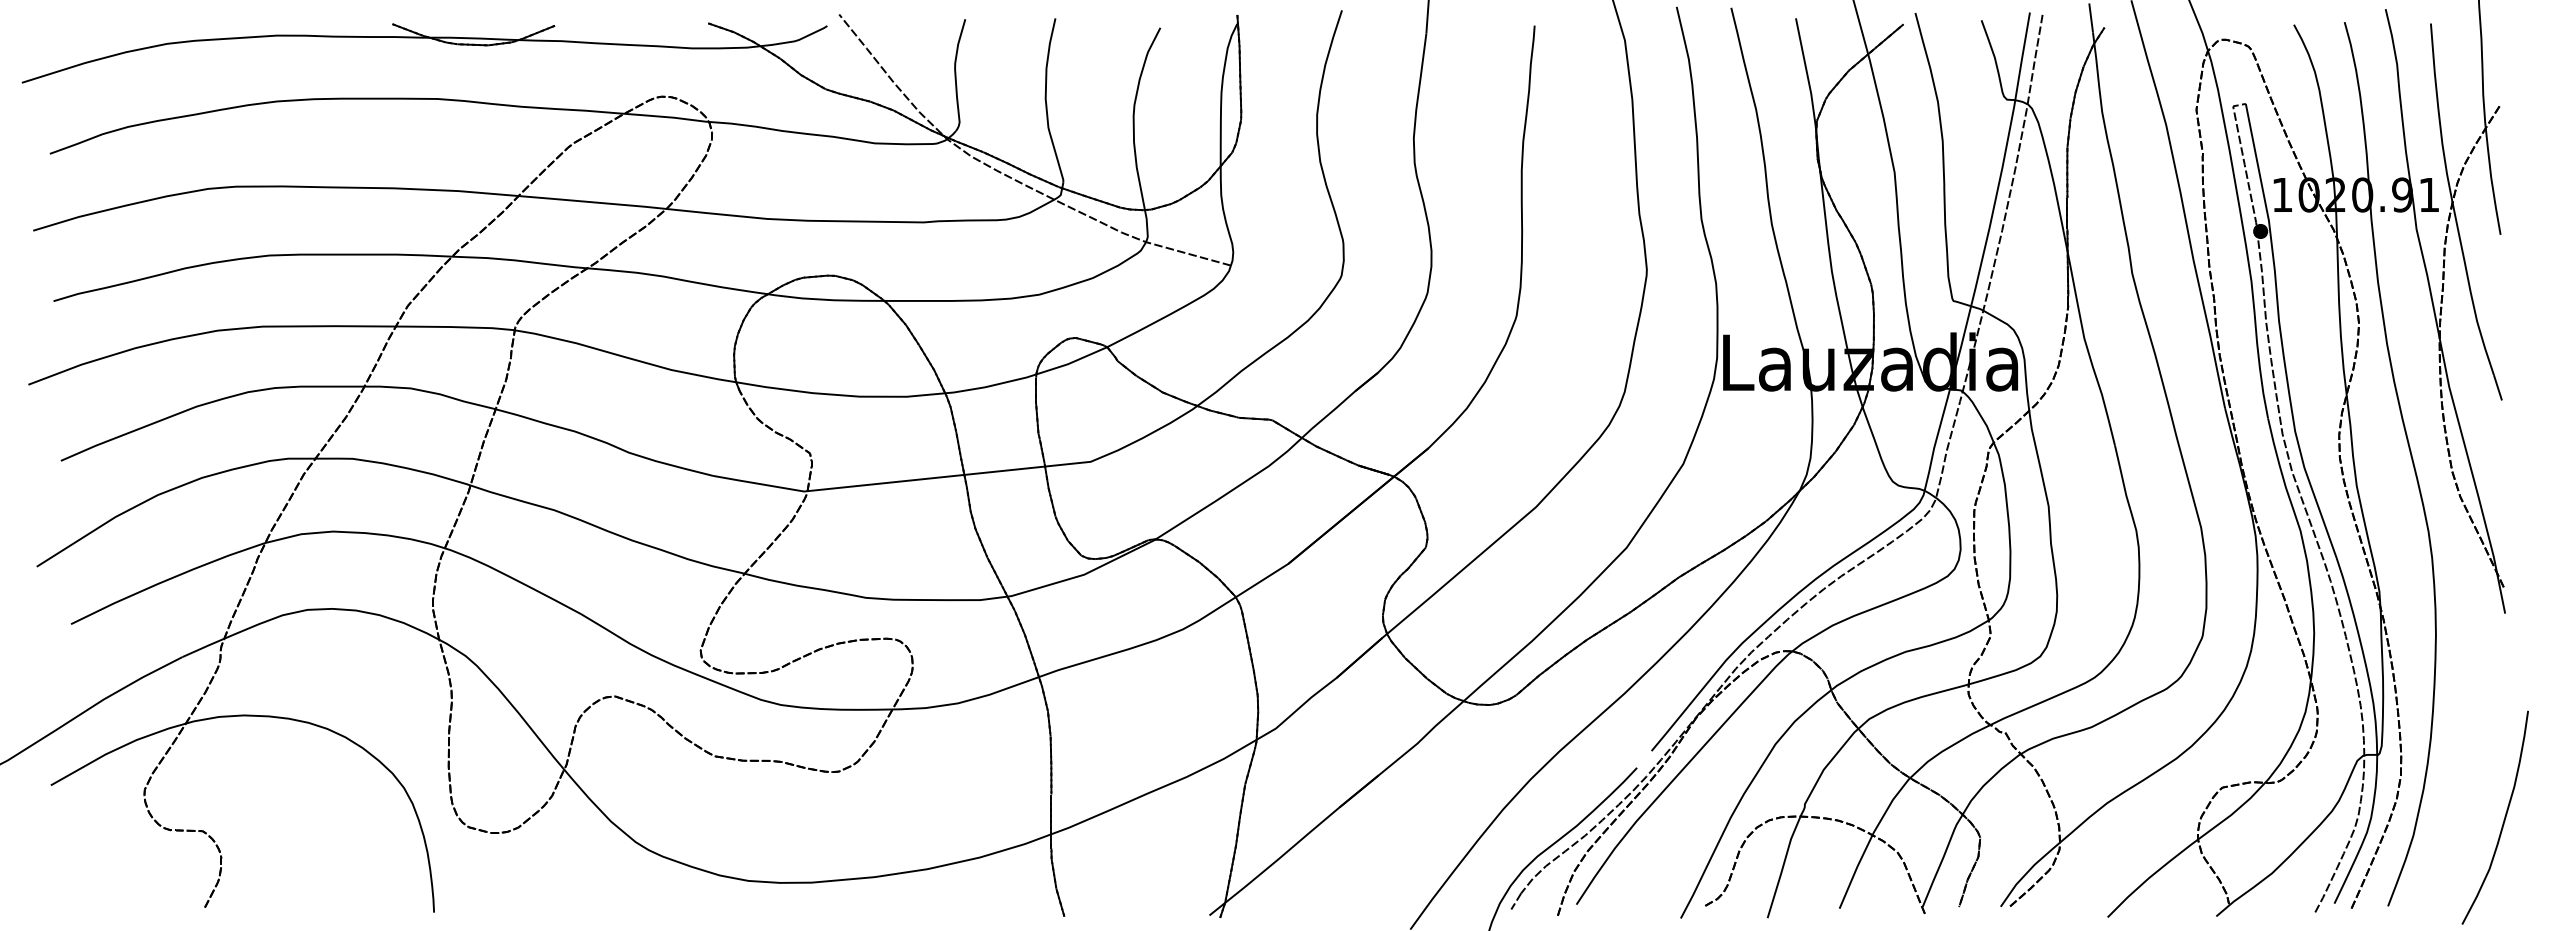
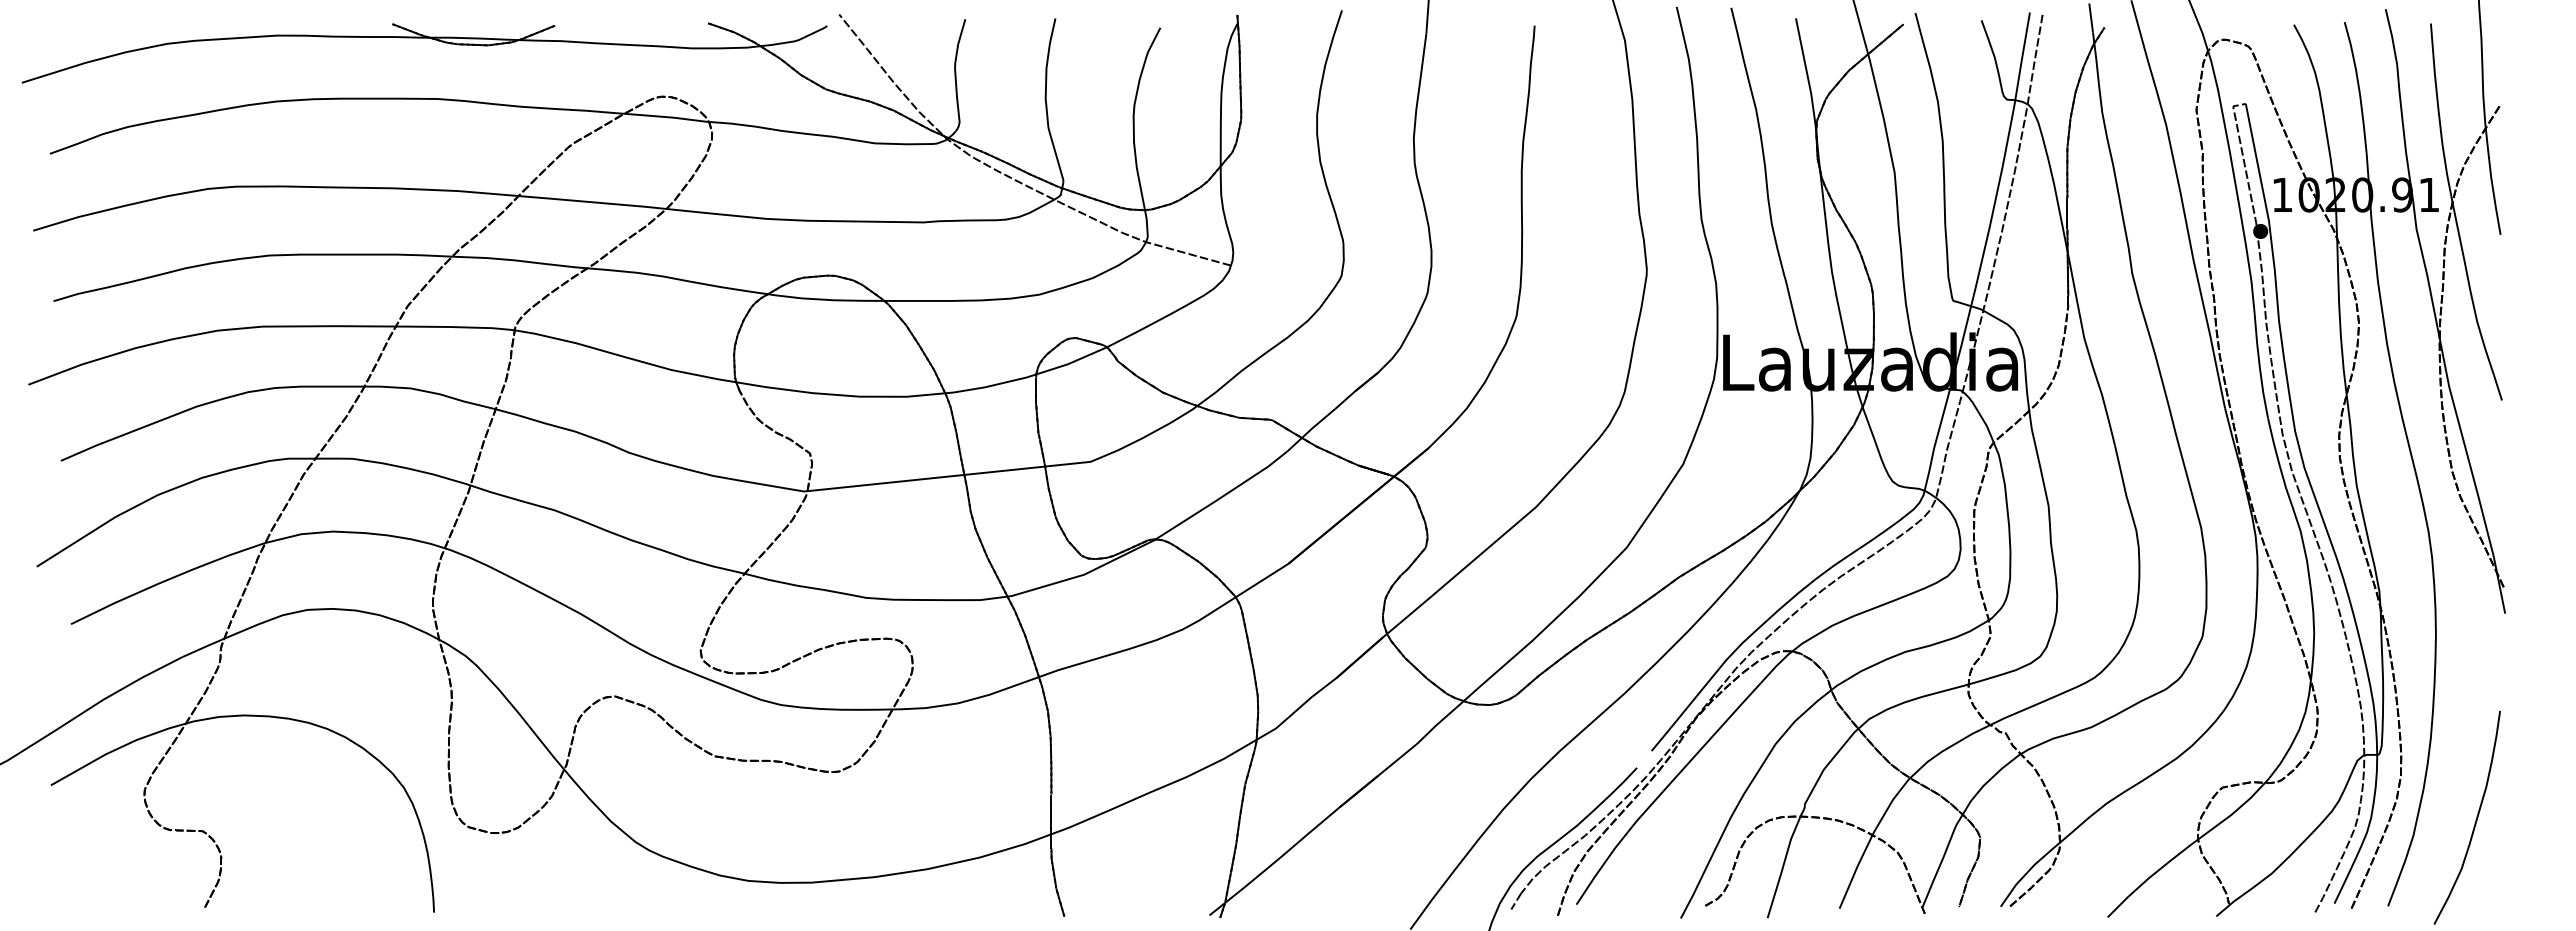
curve at (2503, 819) position: (2503, 819) -> (2475, 819)
